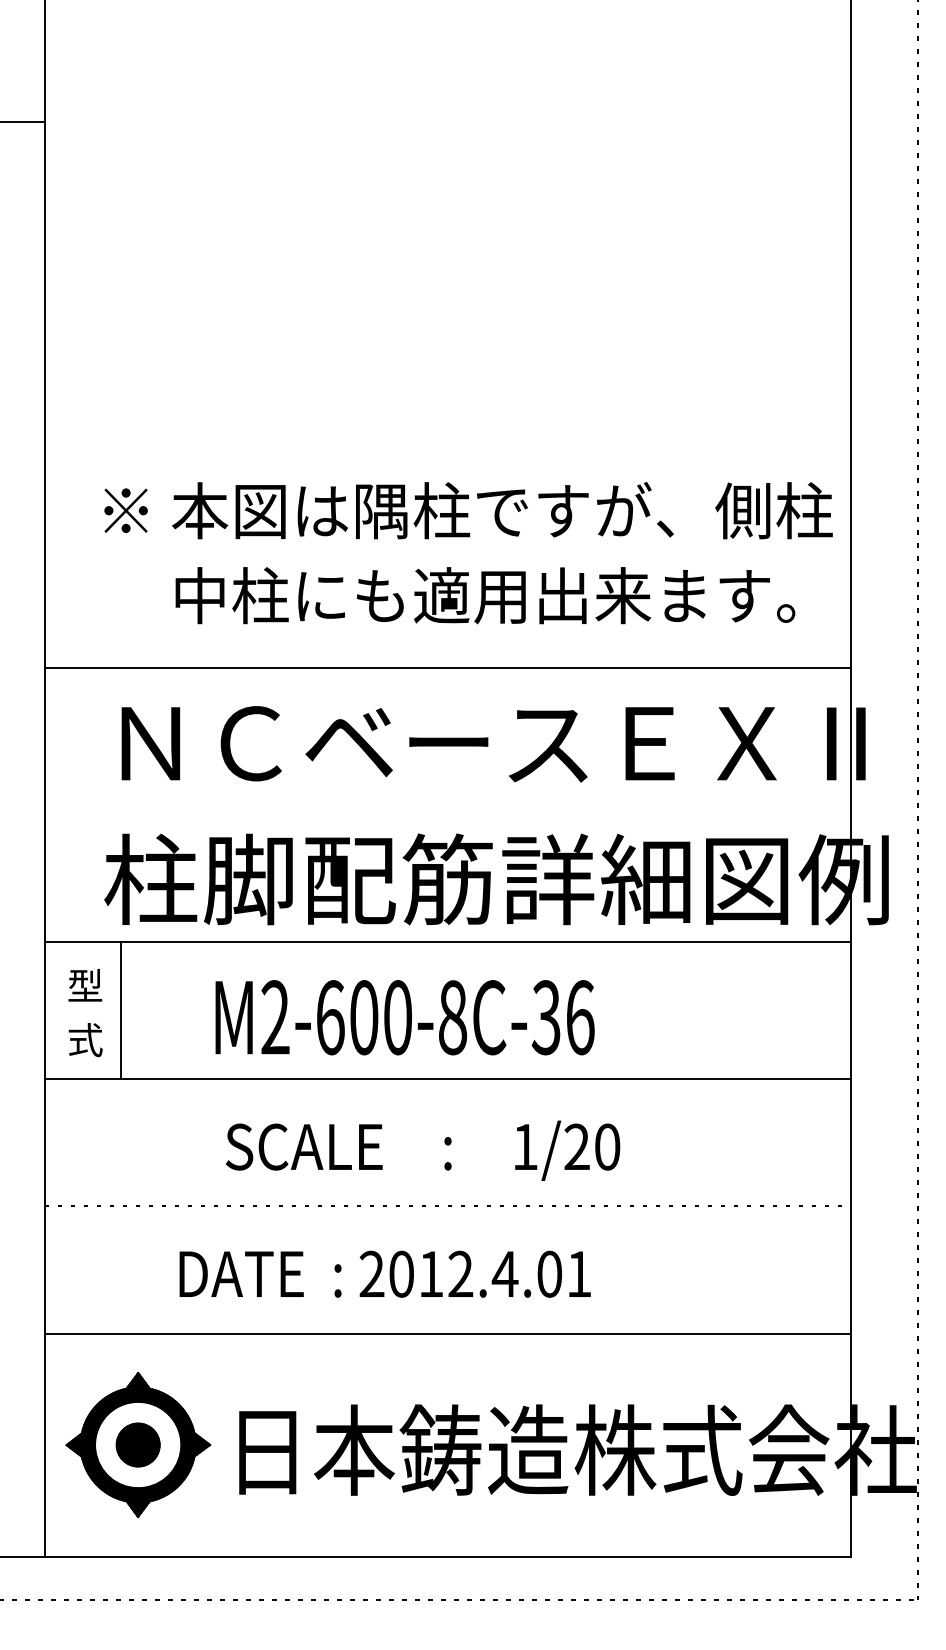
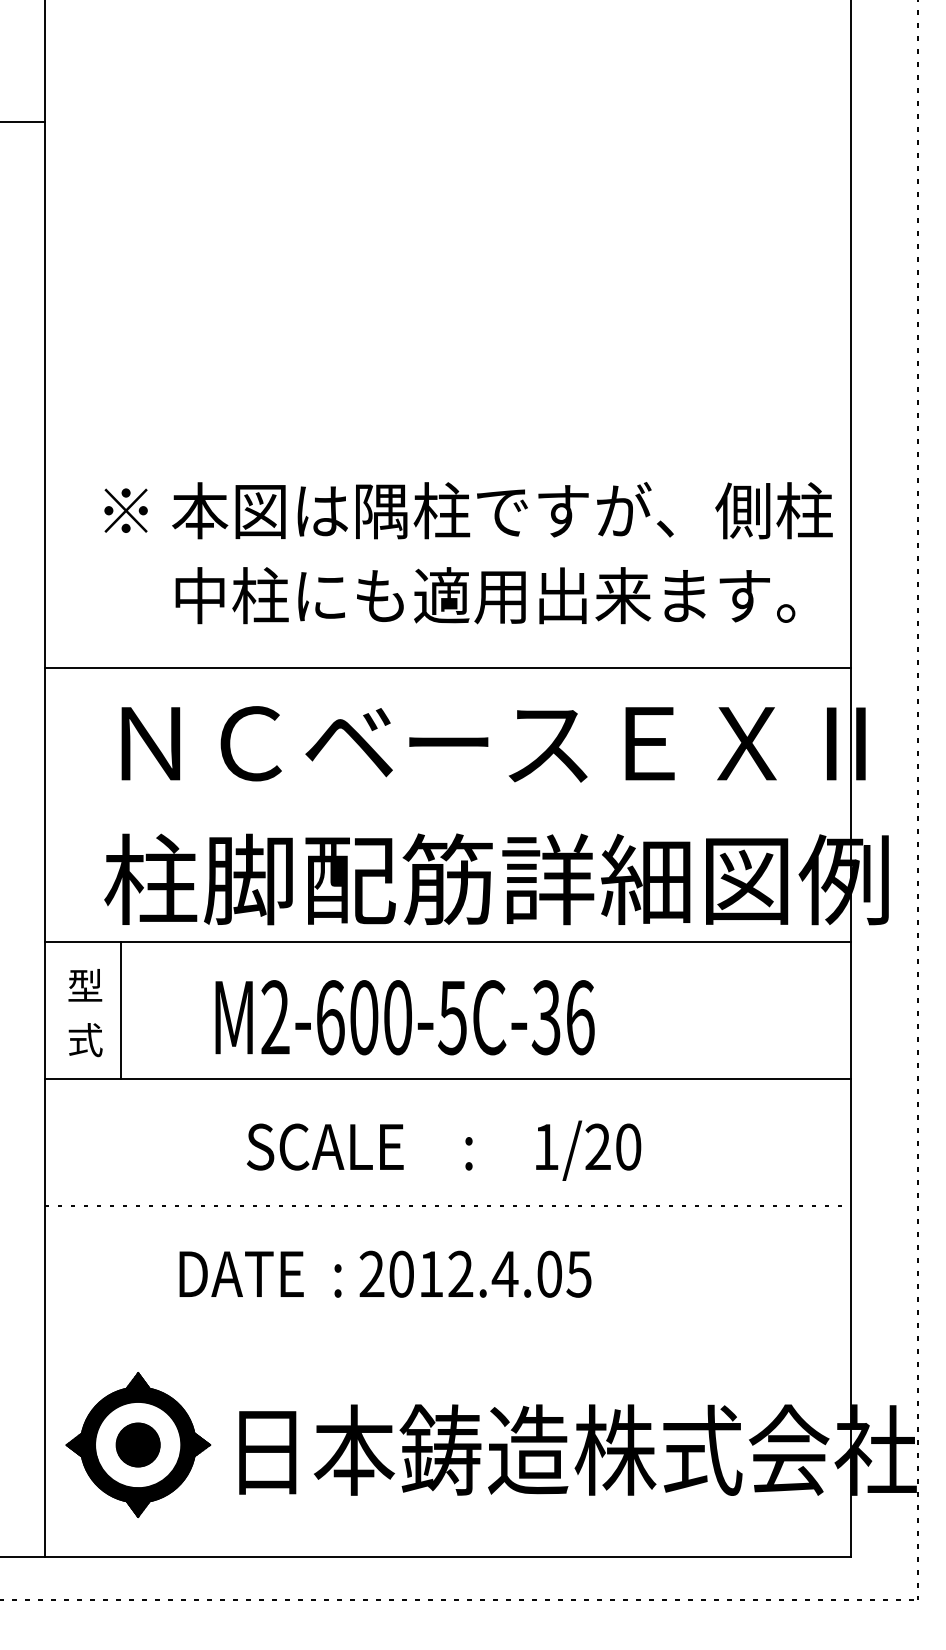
text at (452, 1017): M2-600-8C-36 -> M2-600-5C-36
text at (423, 1150) position: (423, 1150) -> (444, 1150)
text at (578, 1274): 2012.4.01 -> 2012.4.05
line at (447, 1333): present -> none
